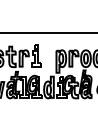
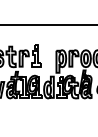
line at (48, 33) position: (48, 33) -> (48, 25)
